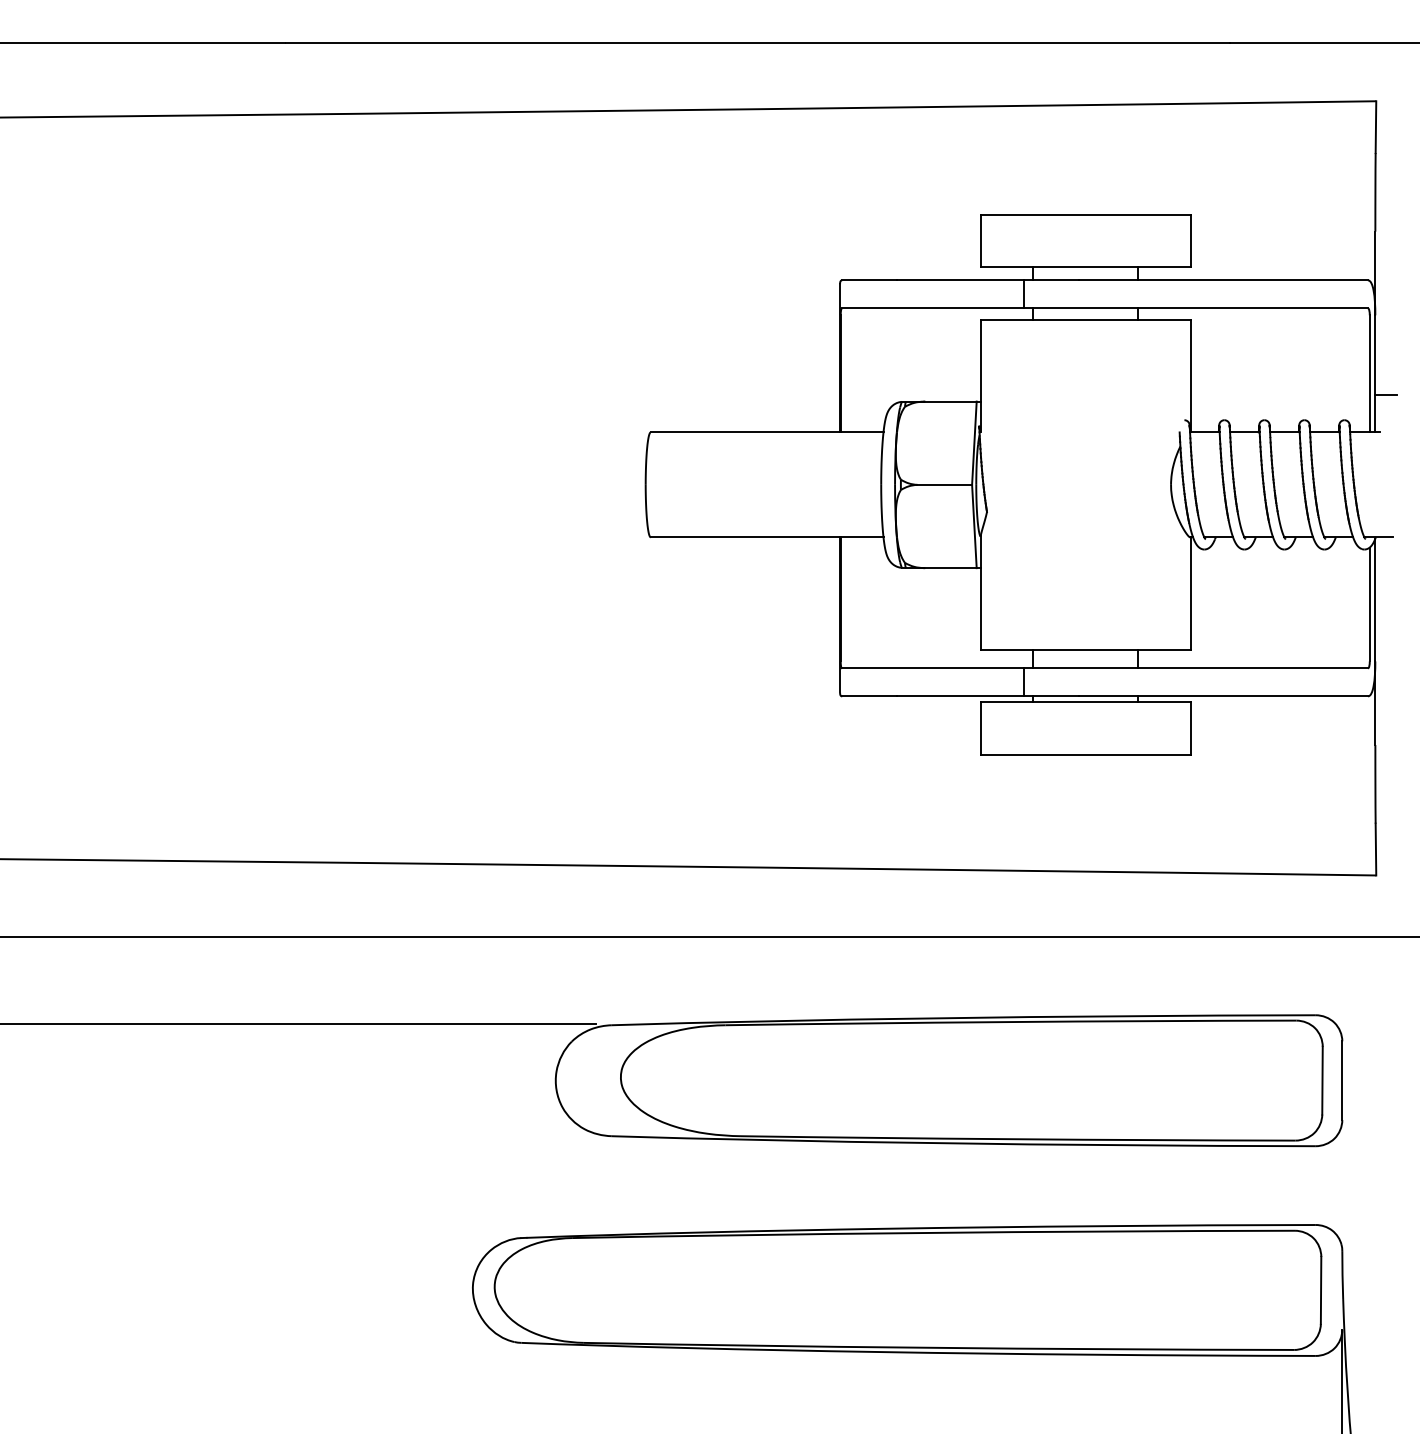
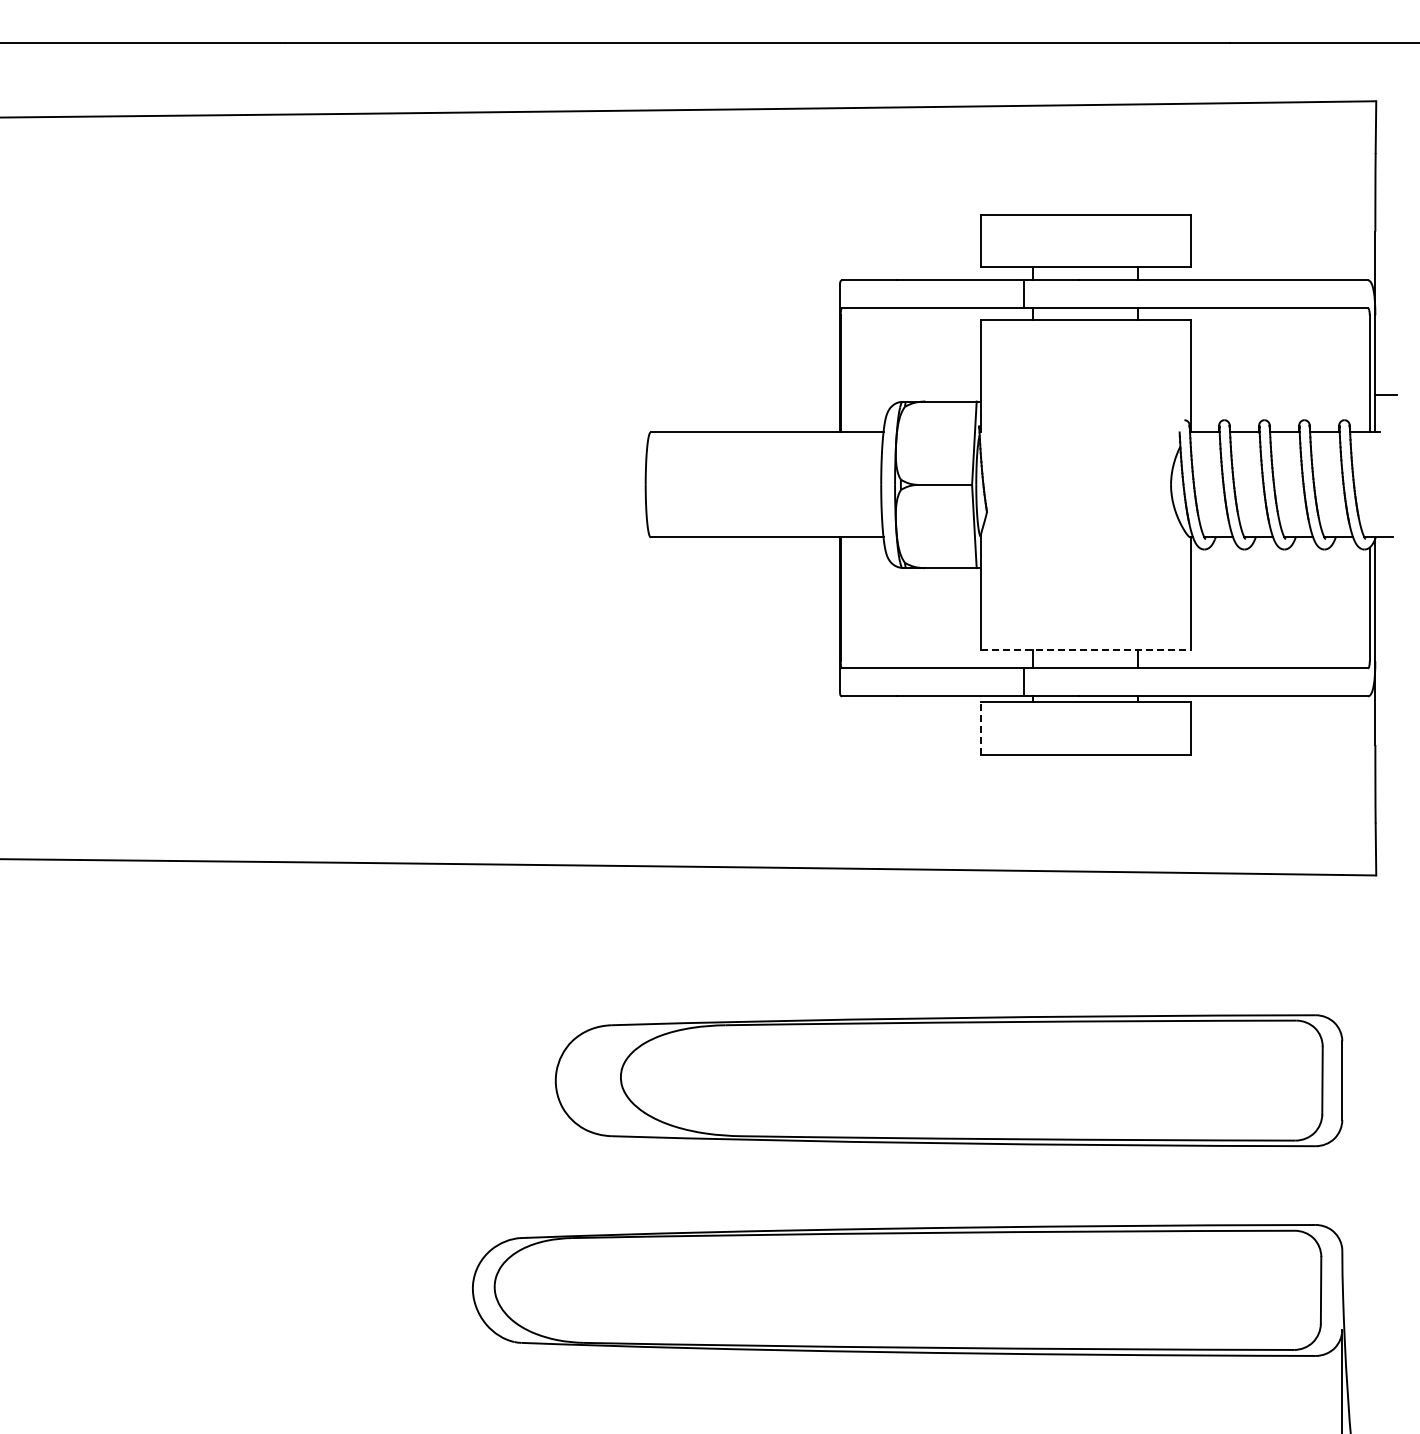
line at (1085, 650): solid -> dashed
line at (980, 728): solid -> dashed
line at (709, 936): present -> none
line at (298, 1023): present -> none
